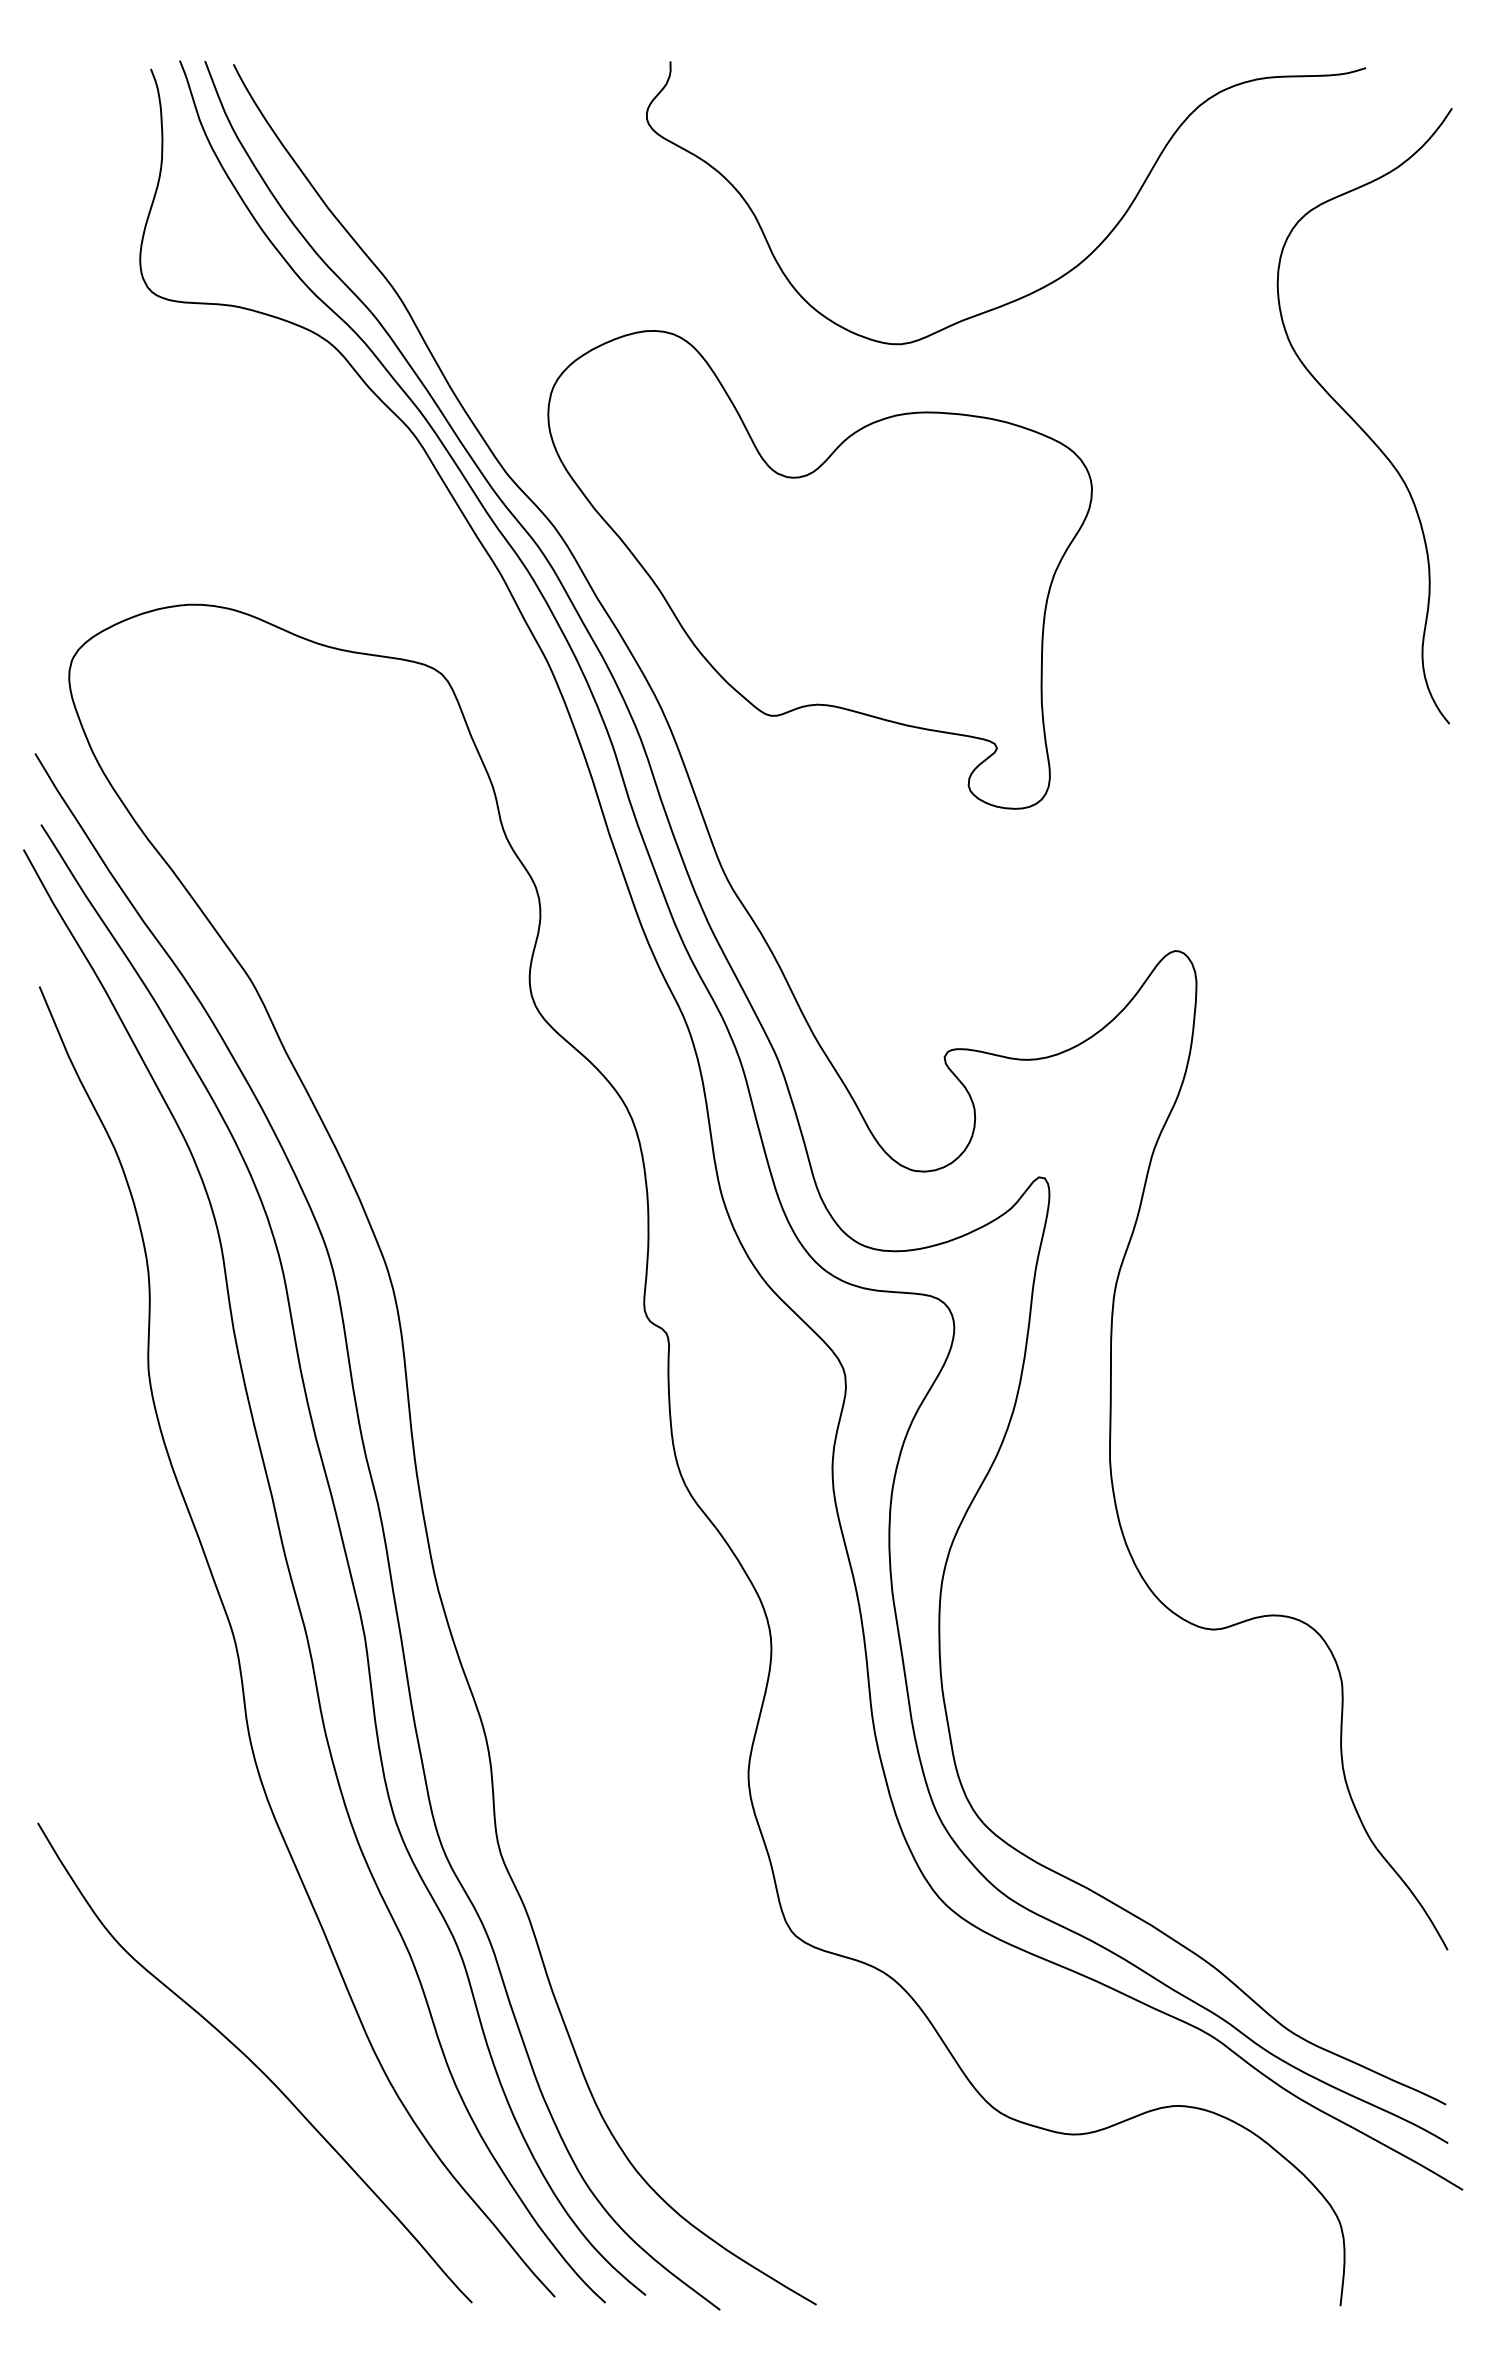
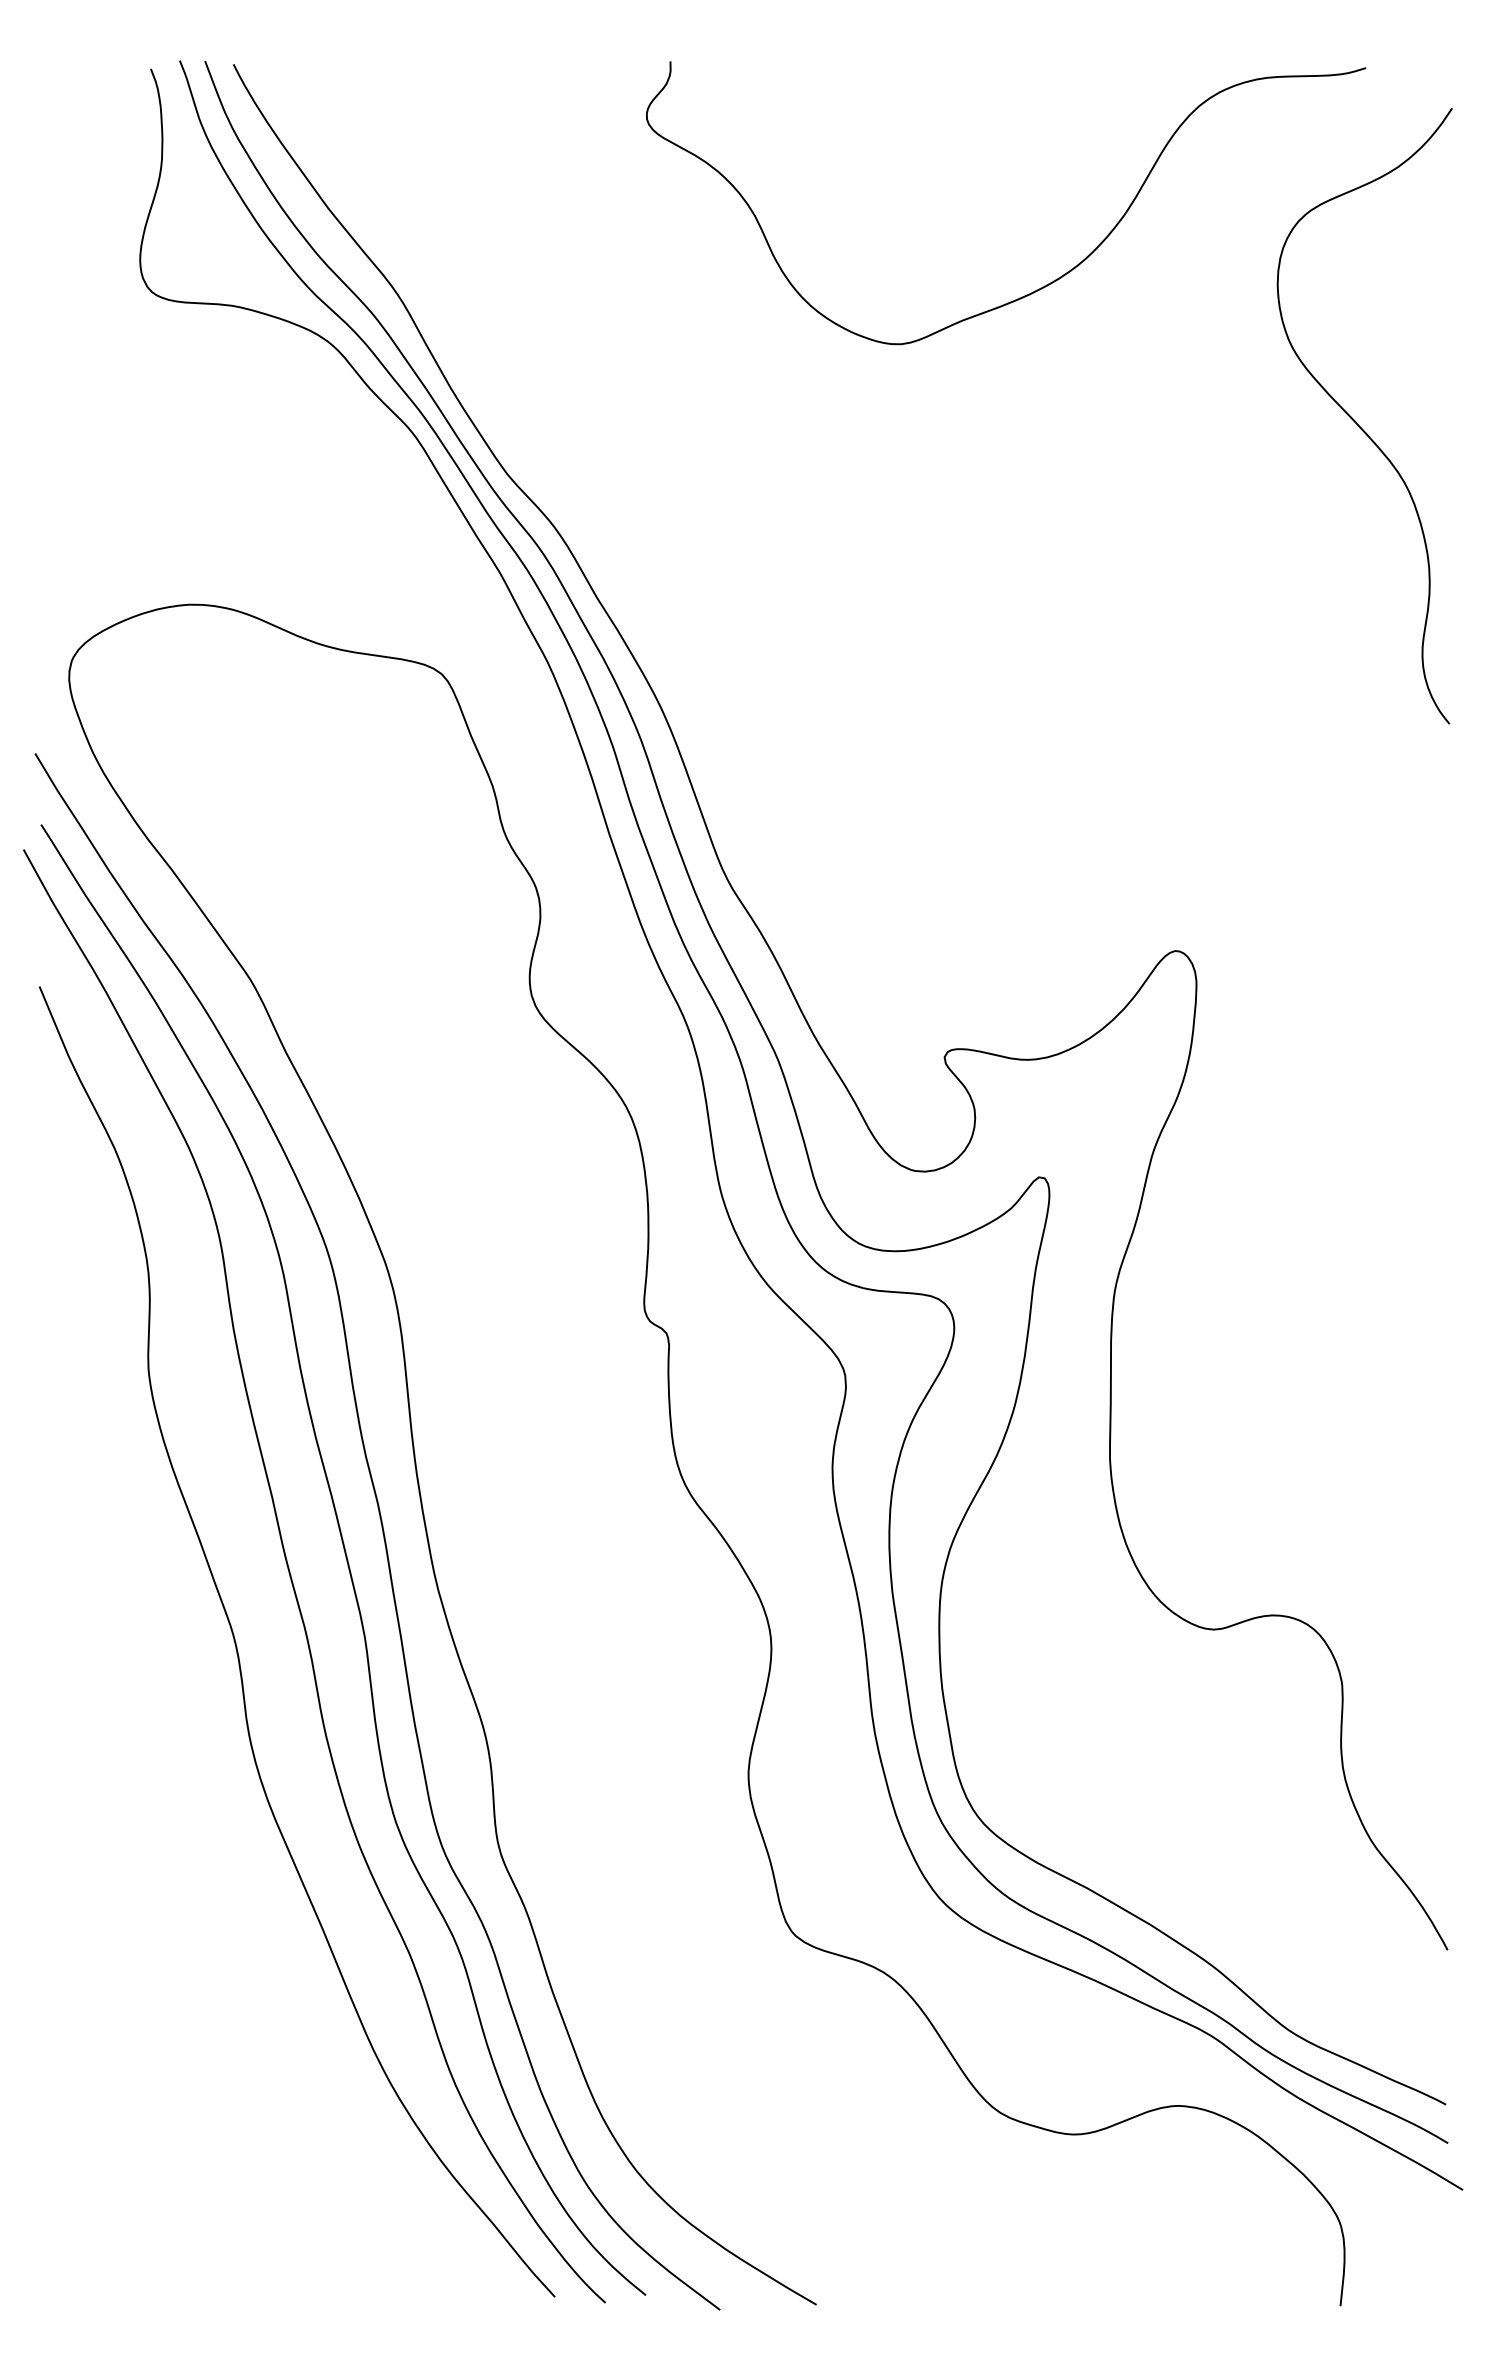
part at (819, 569): present -> none
curve at (254, 2062): present -> none
